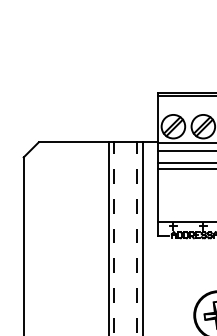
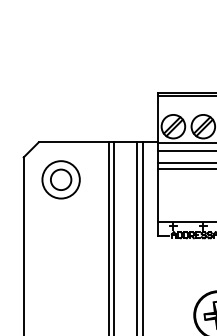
part at (60, 179): none -> present
line at (113, 238): dashed -> solid
line at (136, 238): dashed -> solid
